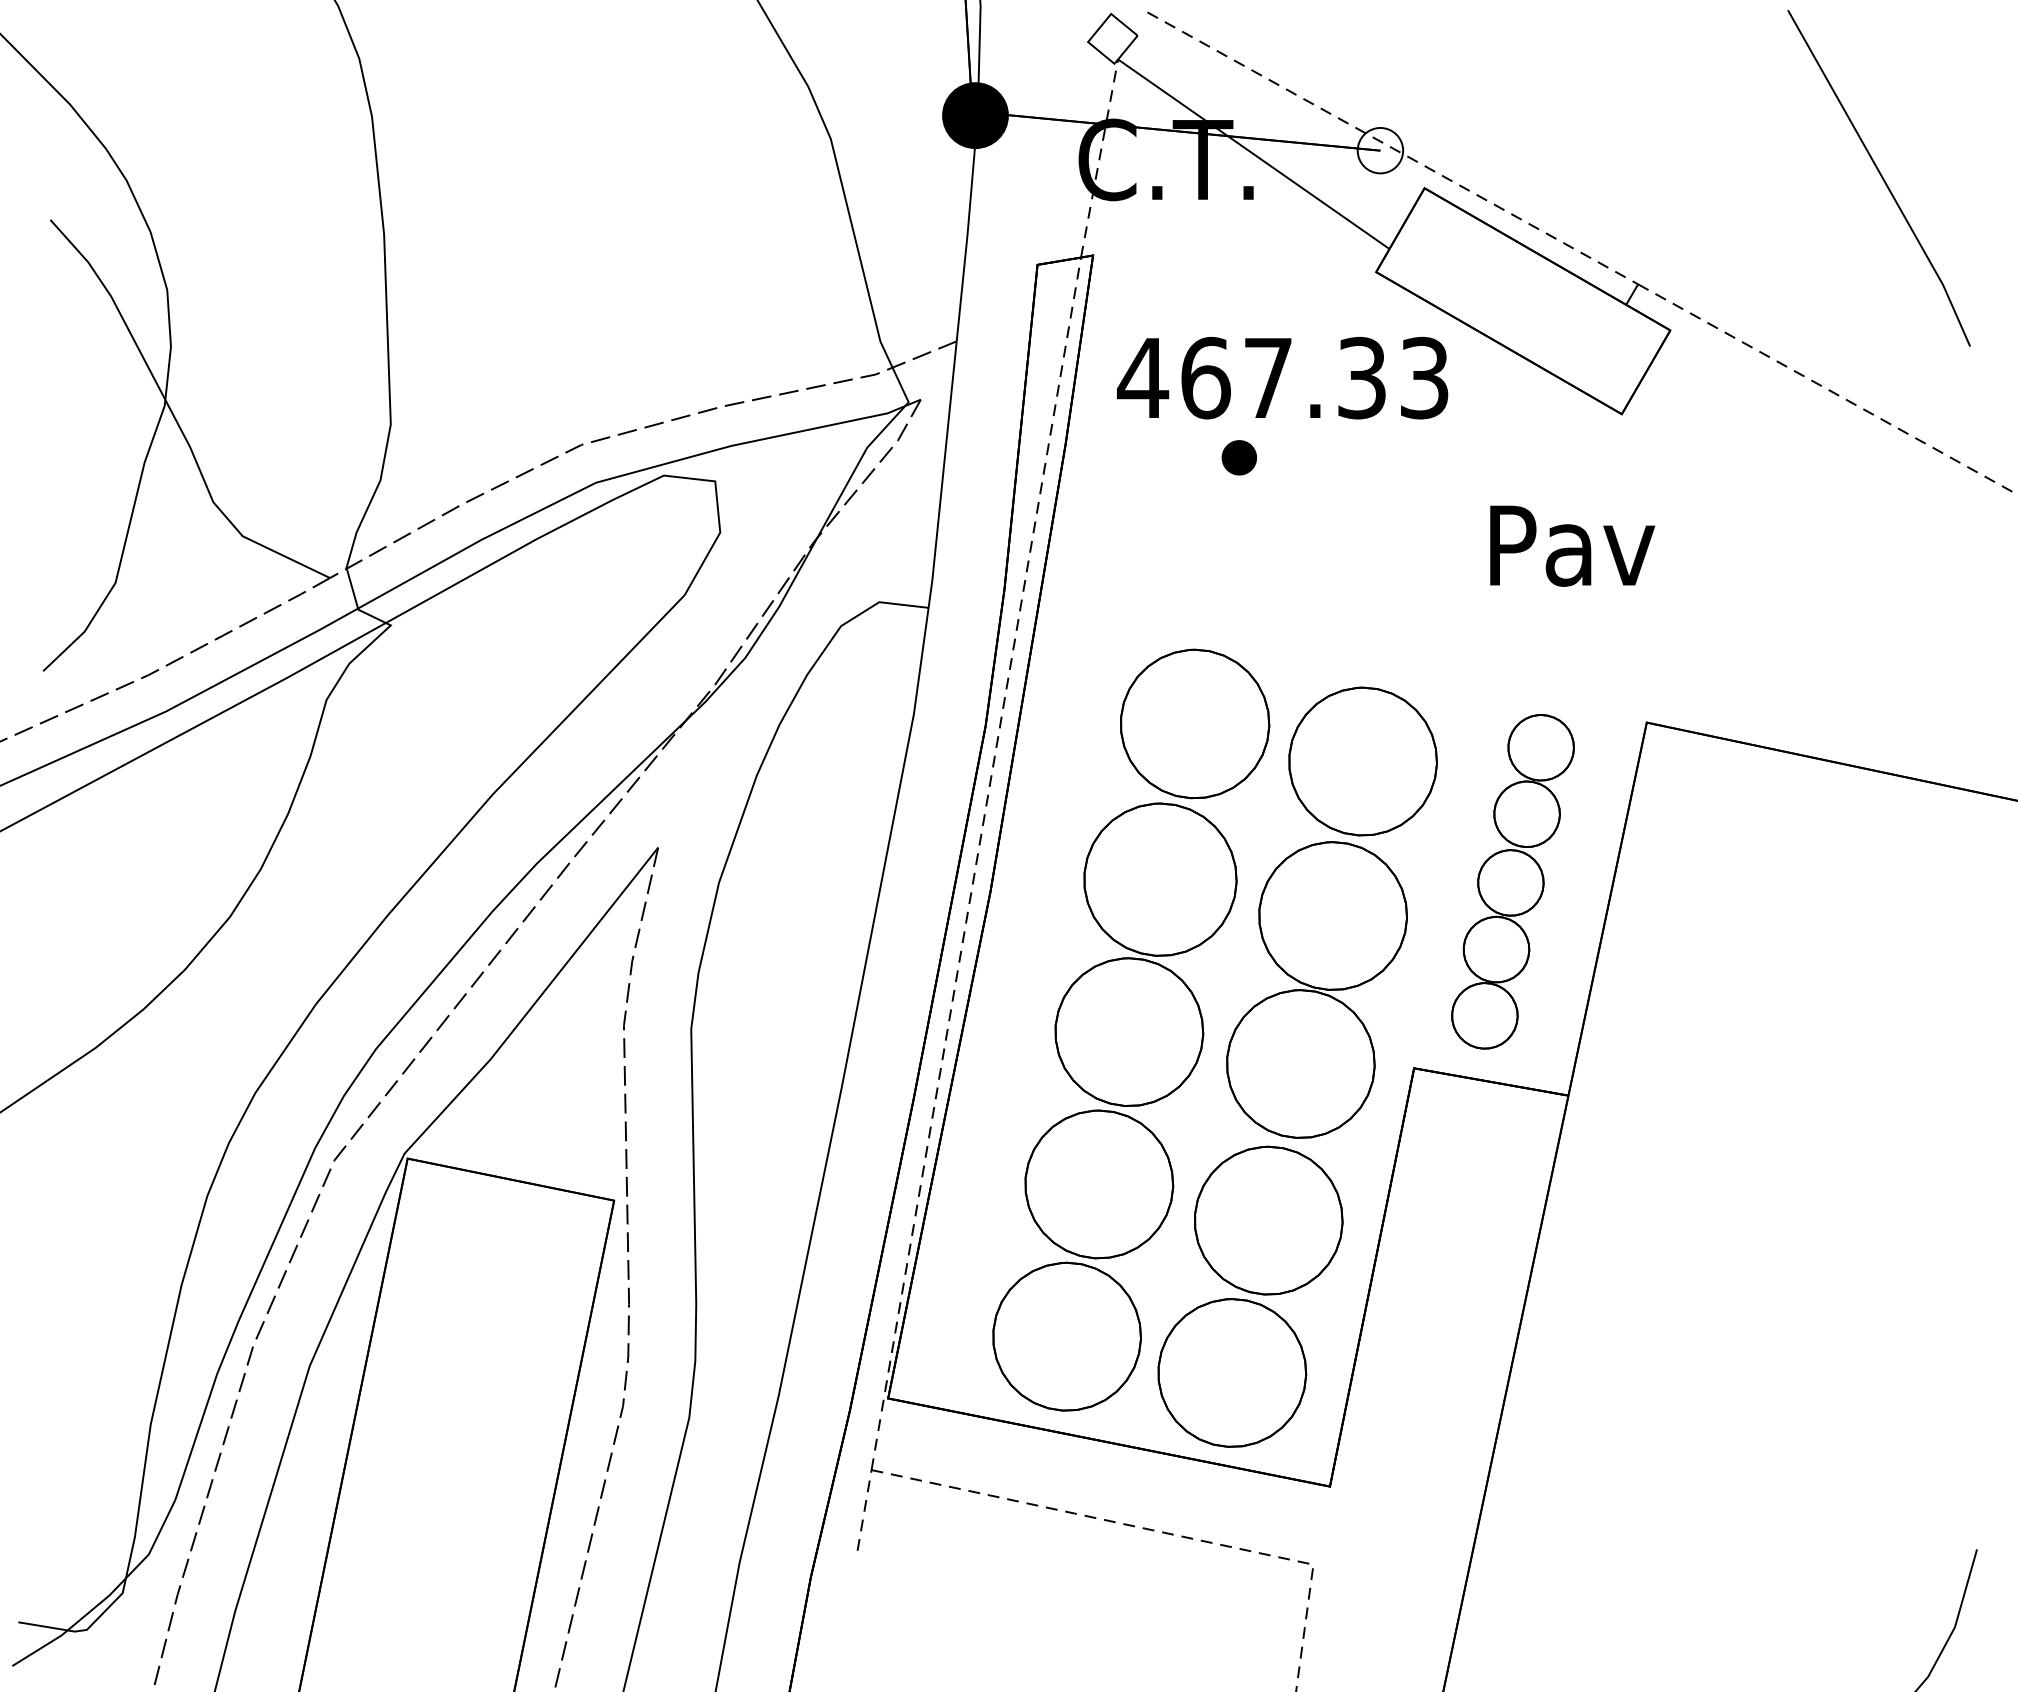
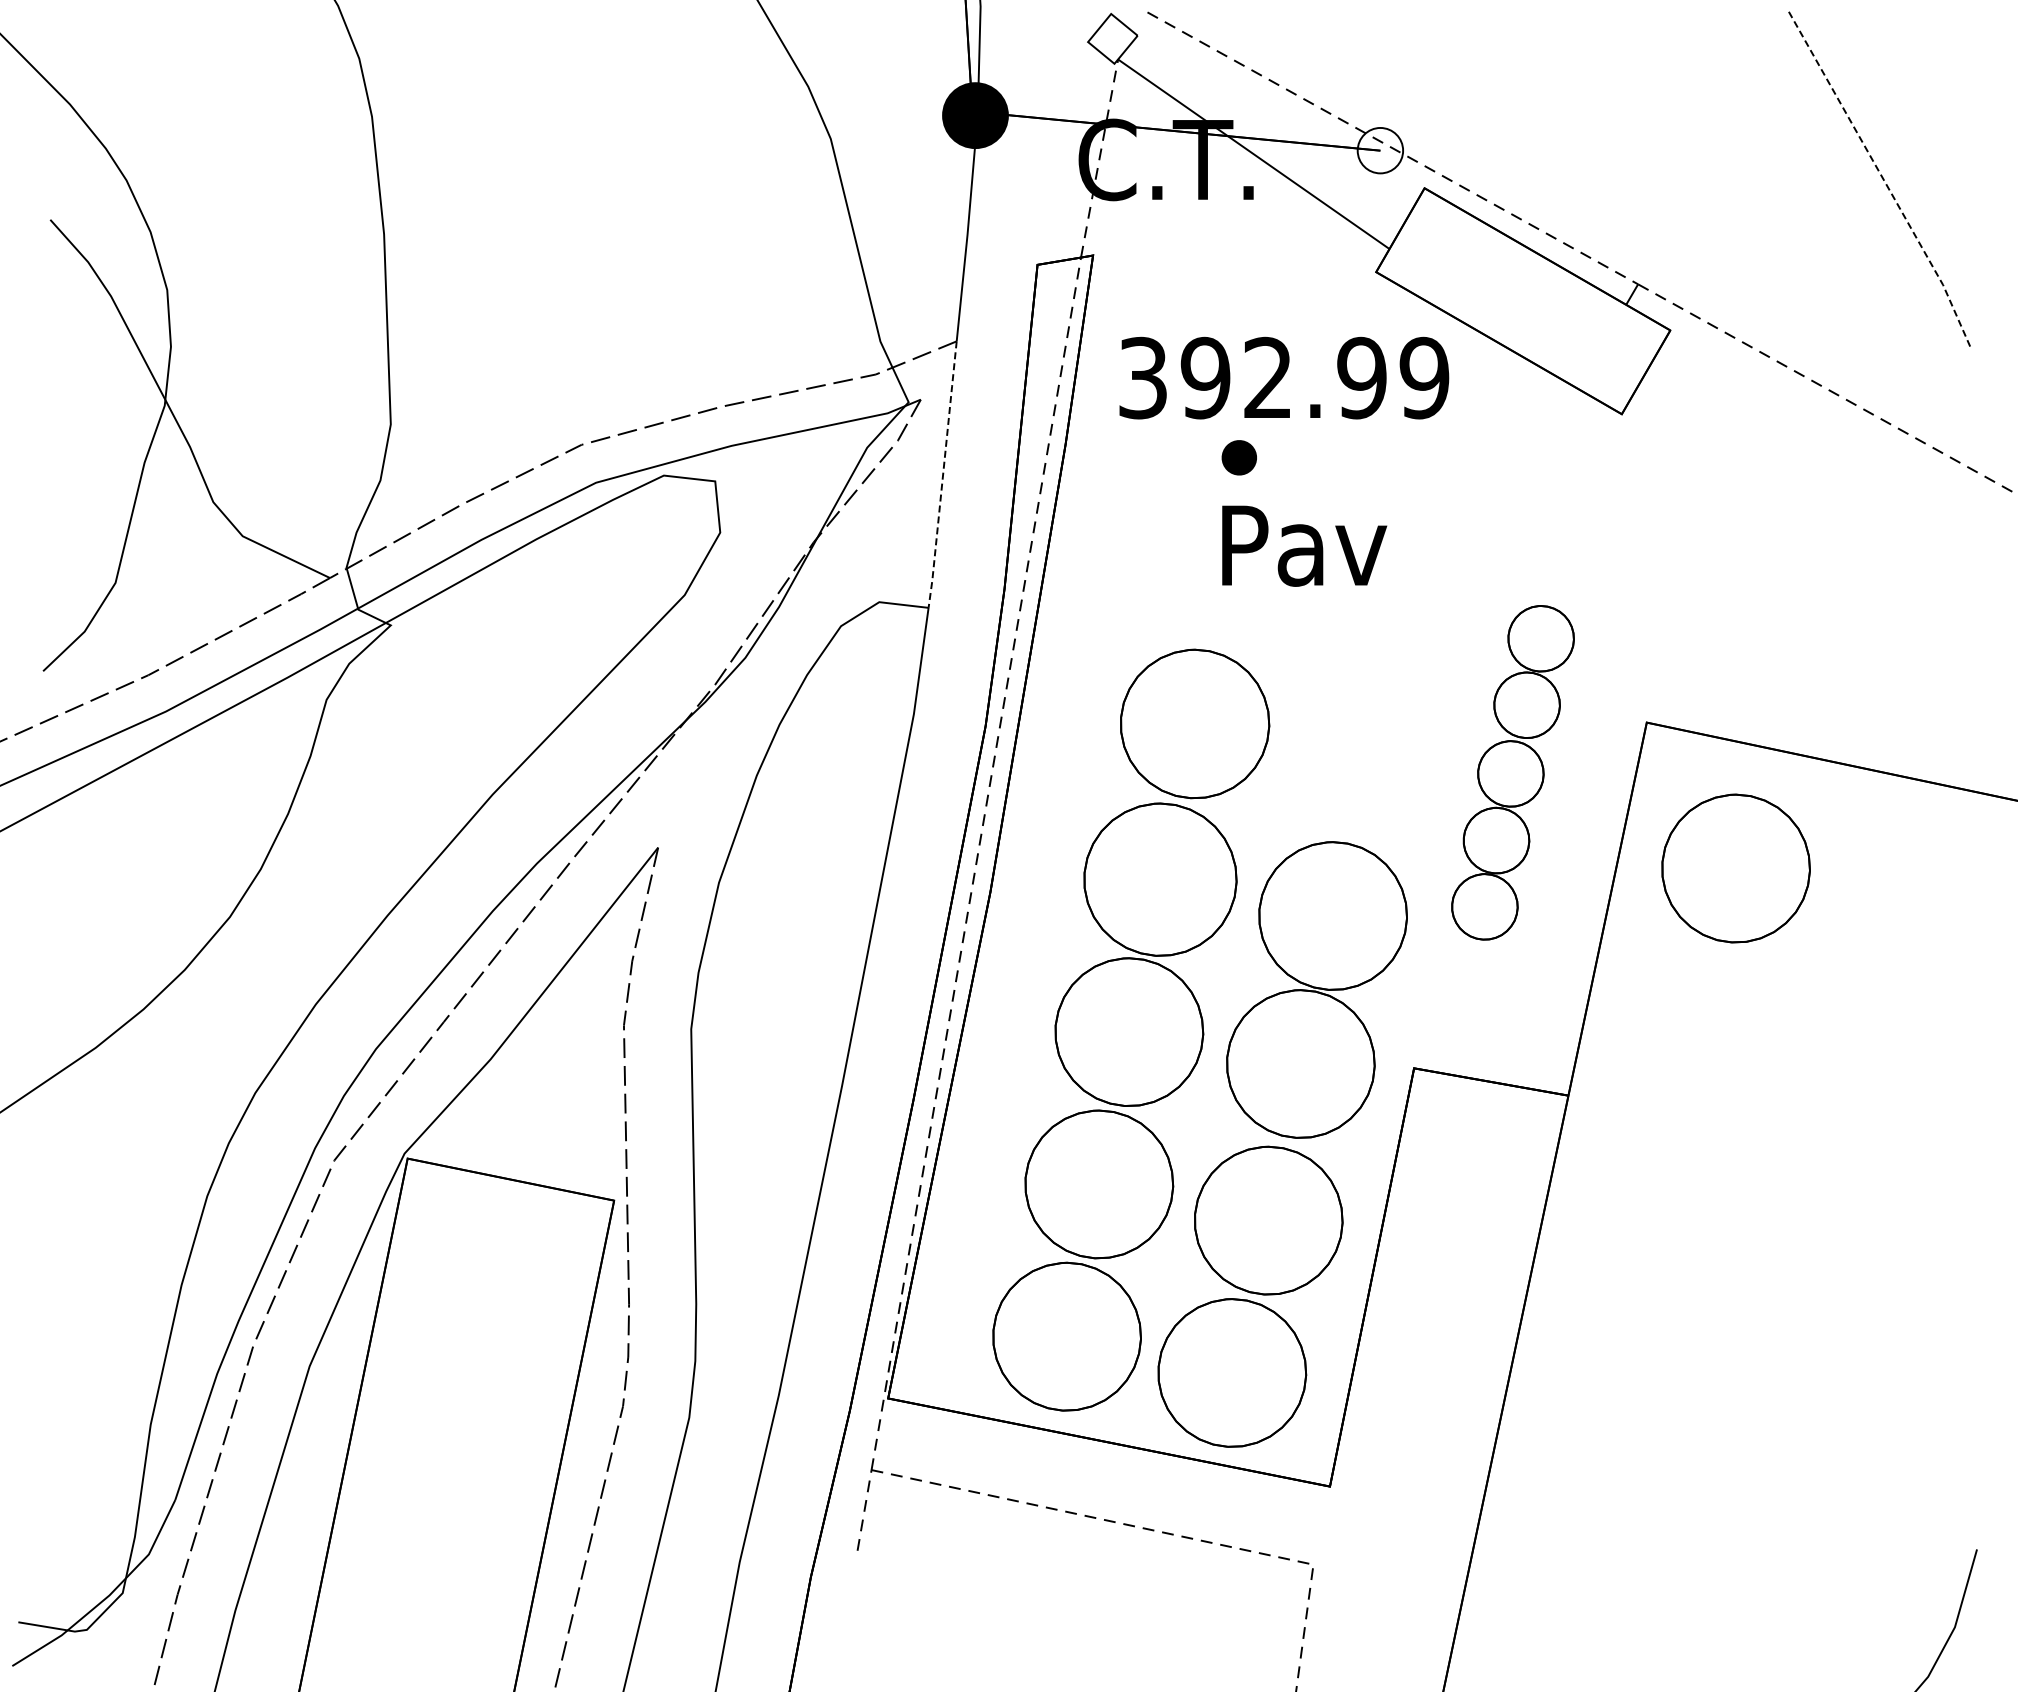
line at (1882, 177): solid -> dashed
text at (1283, 377): 467.33 -> 392.99
line at (943, 475): solid -> dashed
text at (1572, 545) position: (1572, 545) -> (1304, 545)
part at (1362, 761) position: (1362, 761) -> (1735, 868)
part at (1512, 881) position: (1512, 881) -> (1512, 772)
